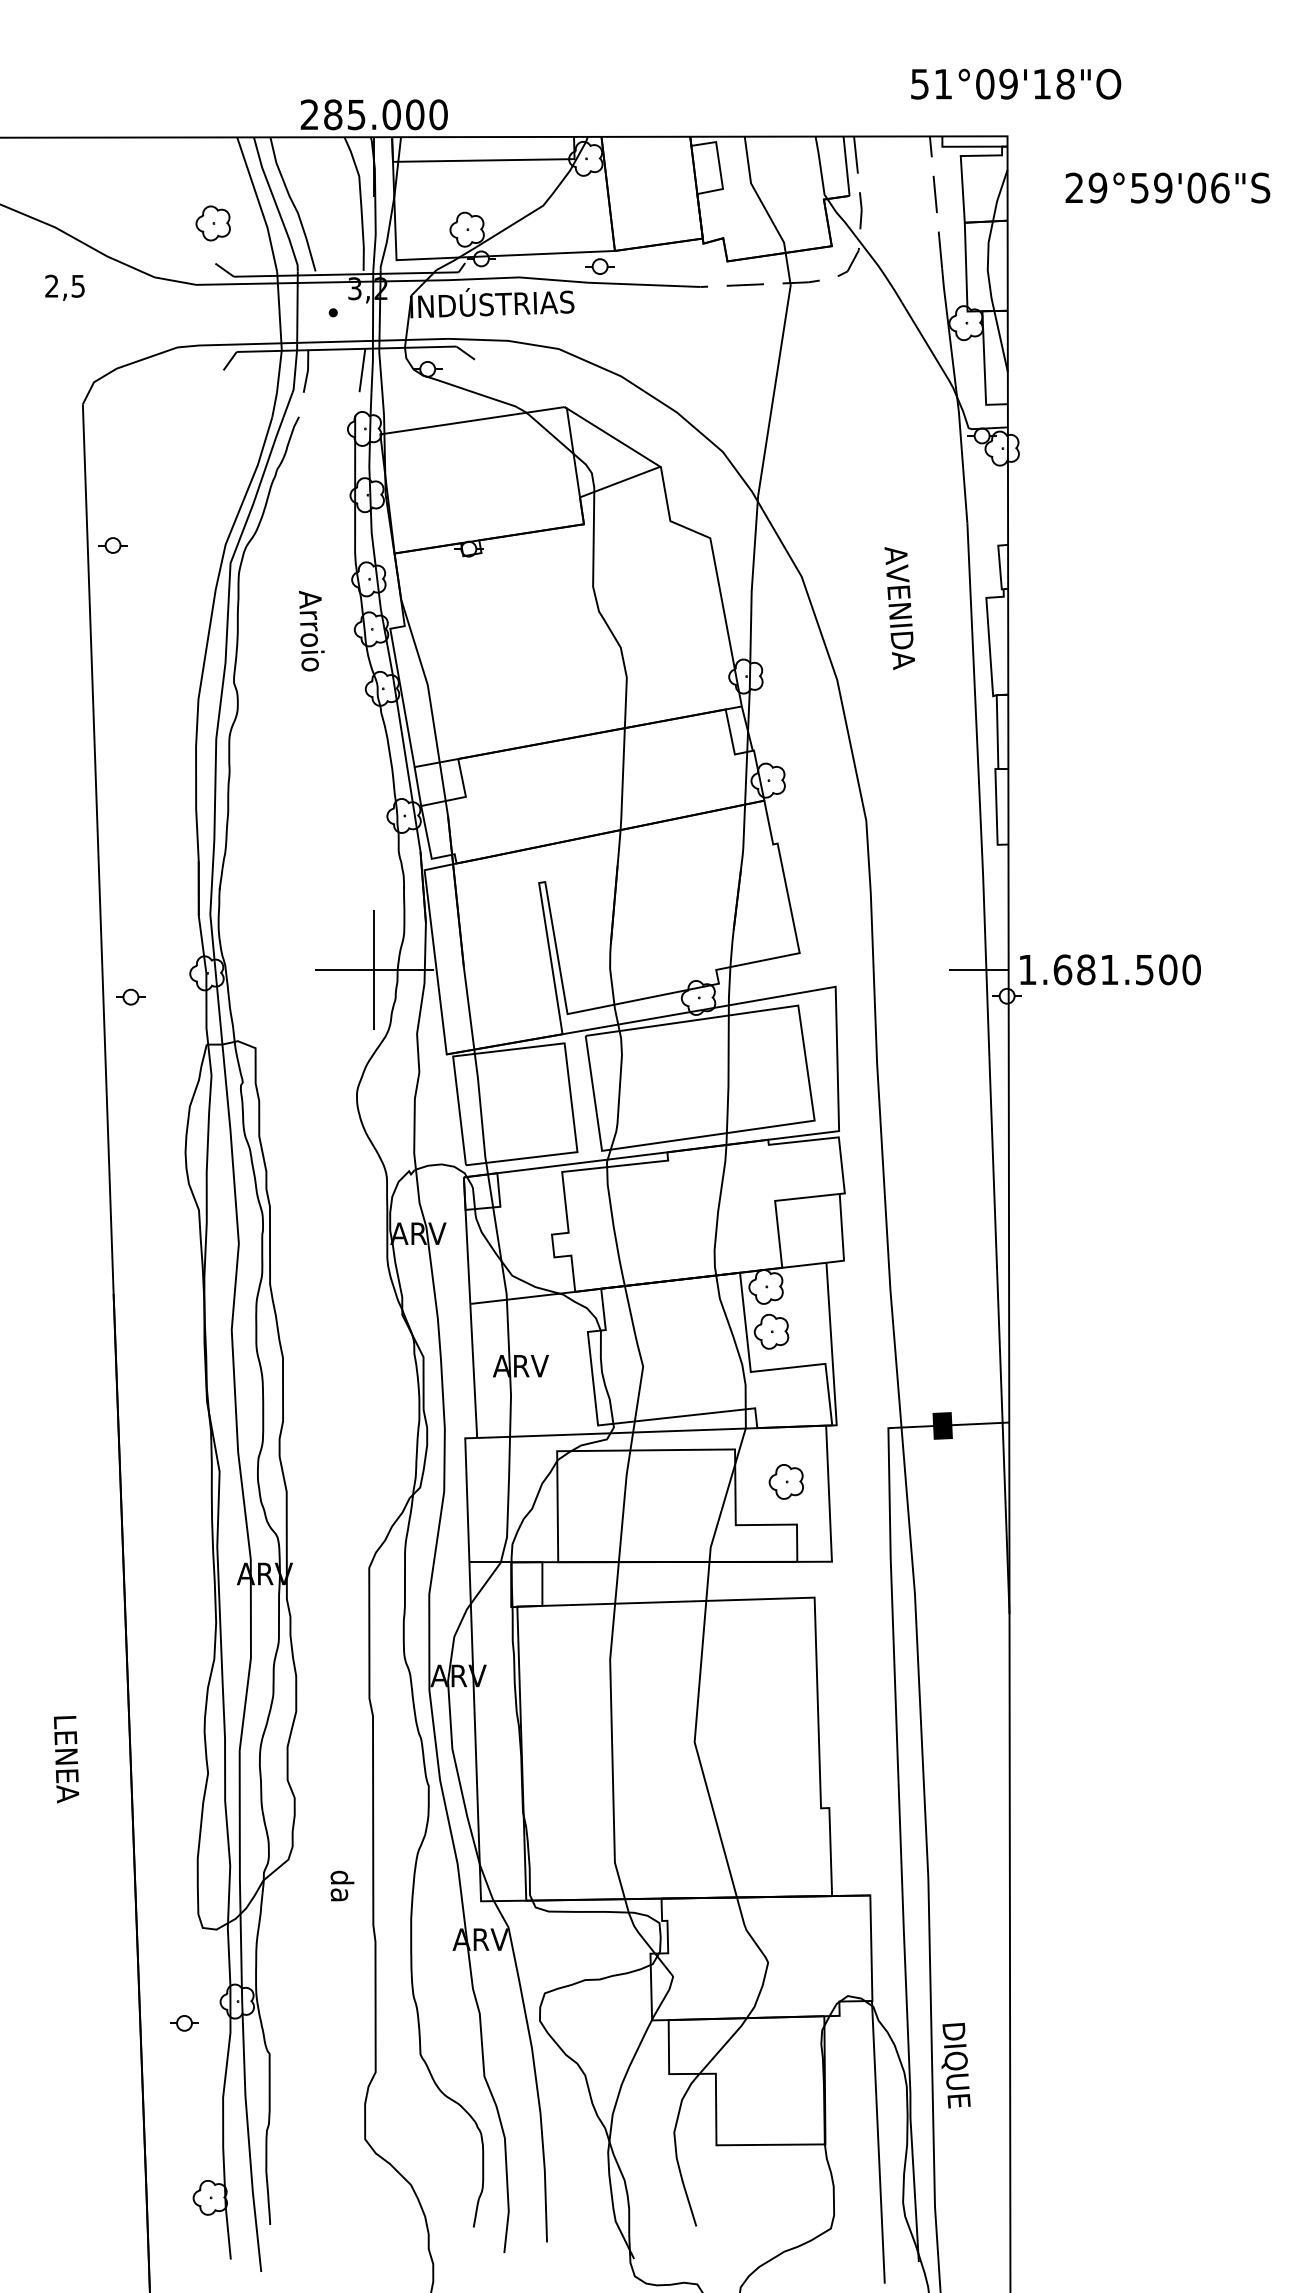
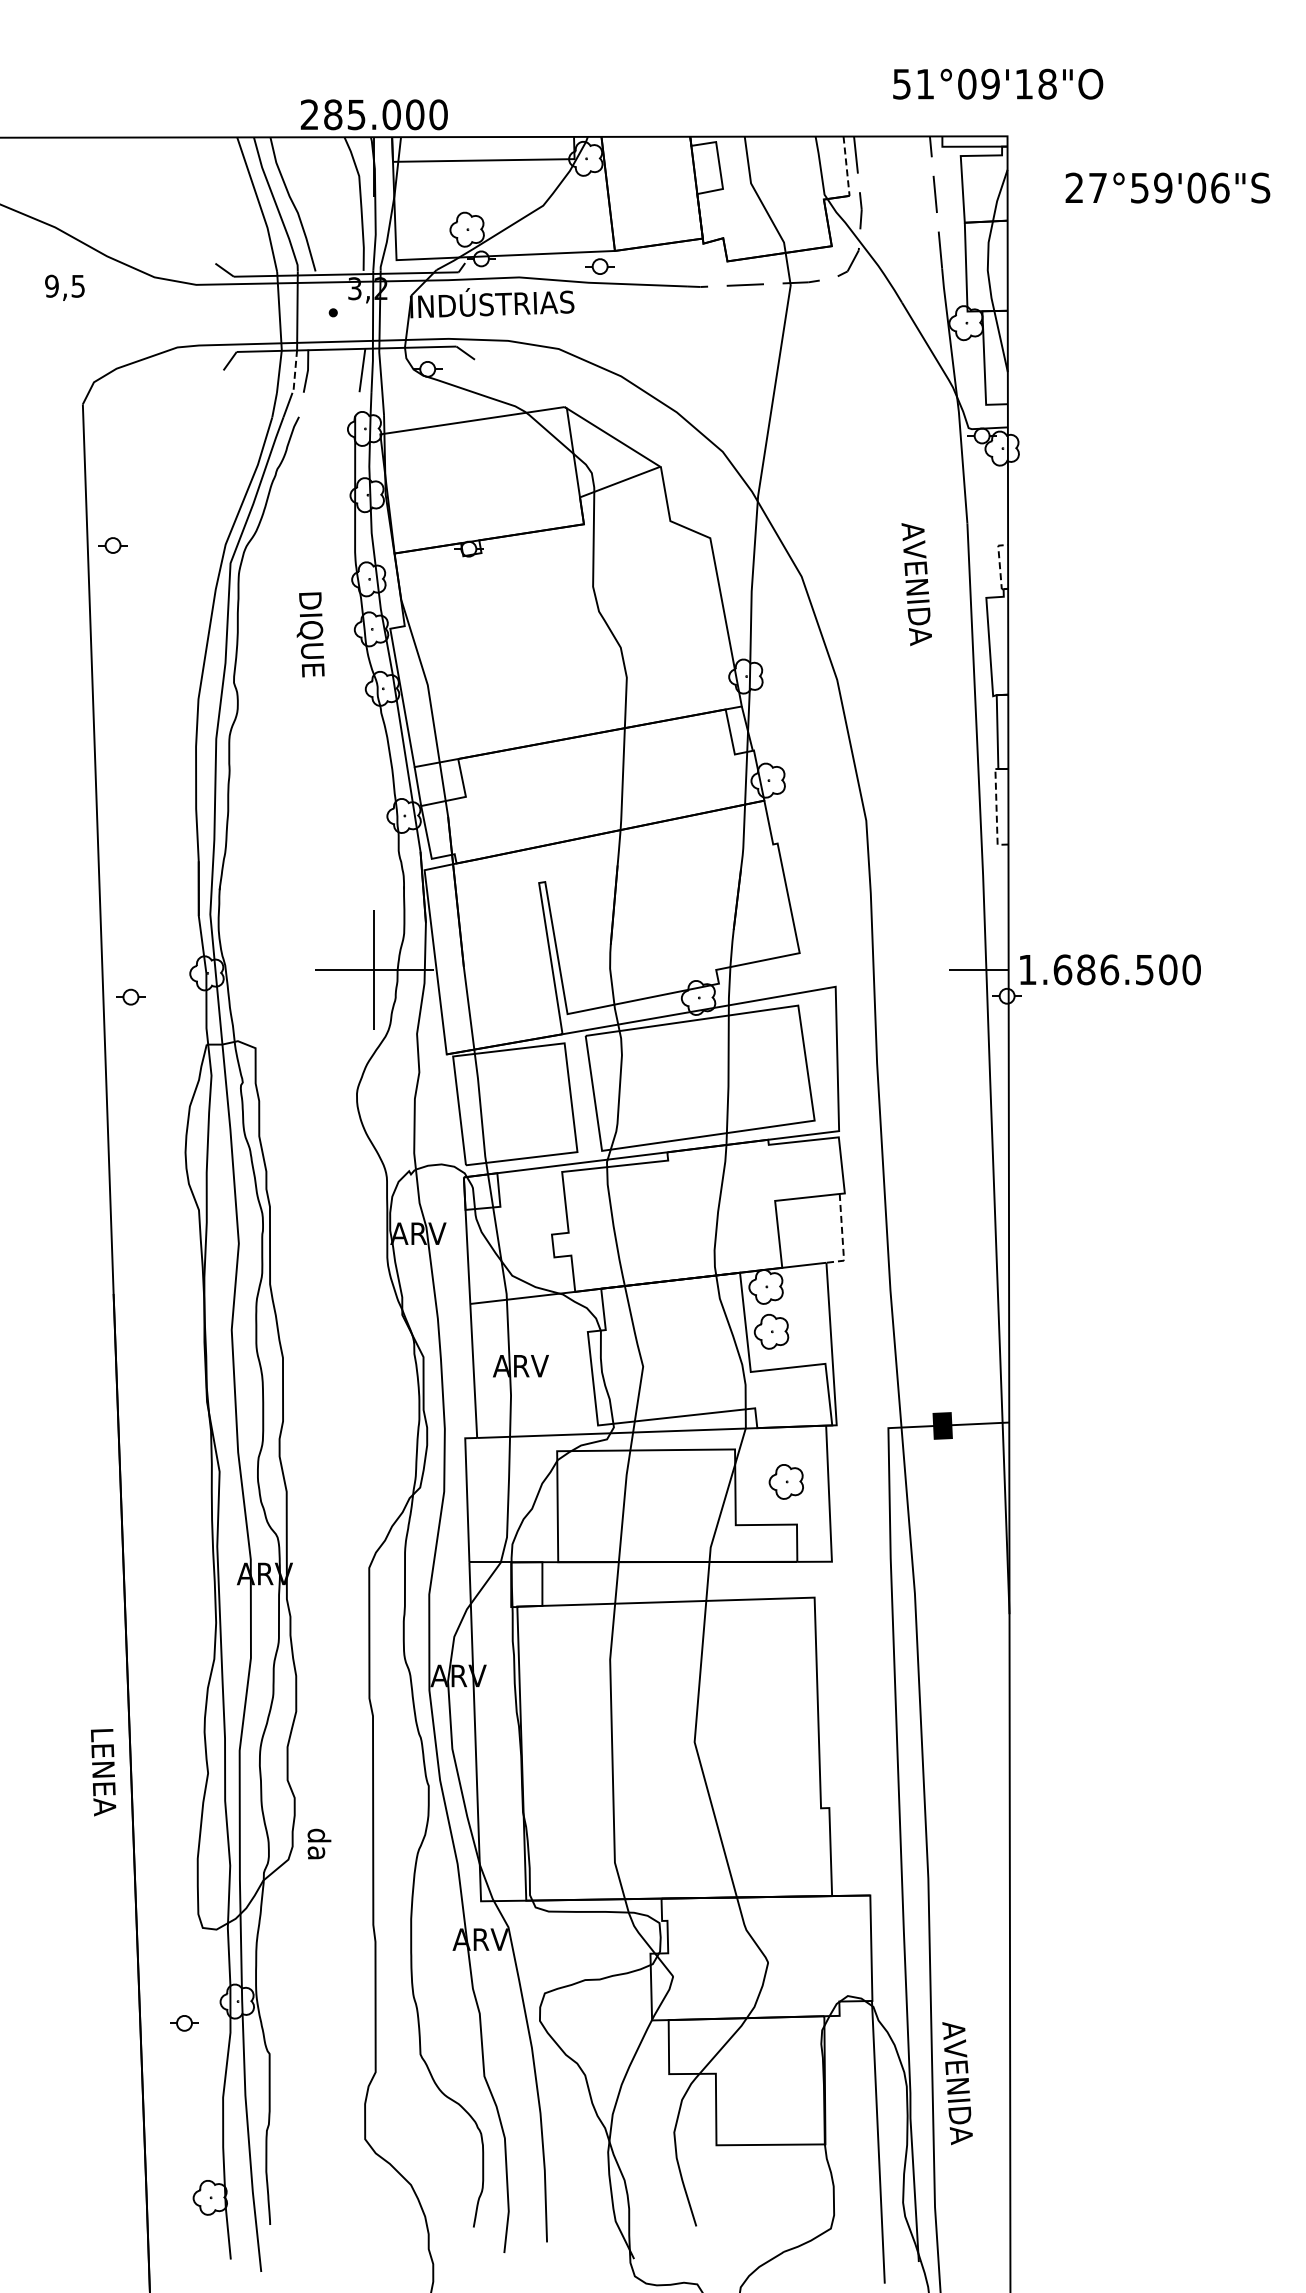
text at (1016, 83) position: (1016, 83) -> (998, 83)
line at (846, 166): solid -> dashed
text at (1097, 187): 29°59'06"S -> 27°59'06"S
part at (212, 223): present -> none
text at (51, 285): 2,5 -> 9,5
line at (295, 372): solid -> dashed
line at (999, 563): solid -> dashed
text at (899, 608) position: (899, 608) -> (916, 584)
text at (310, 633): Arroio -> DIQUE
line at (996, 810): solid -> dashed
text at (1109, 969): 1.681.500 -> 1.686.500
line at (842, 1236): solid -> dashed
text at (66, 1759) position: (66, 1759) -> (103, 1772)
text at (342, 1885) position: (342, 1885) -> (319, 1843)
text at (956, 2083): DIQUE -> AVENIDA
